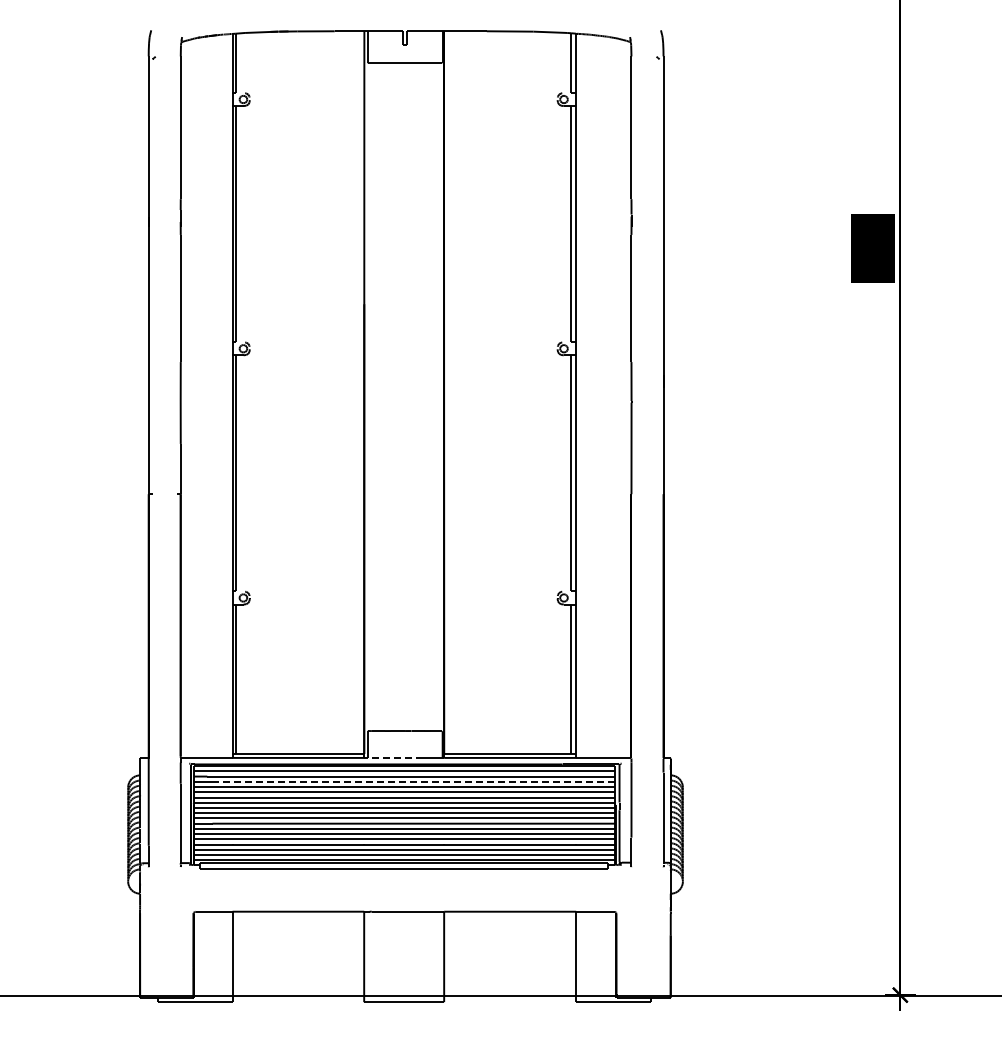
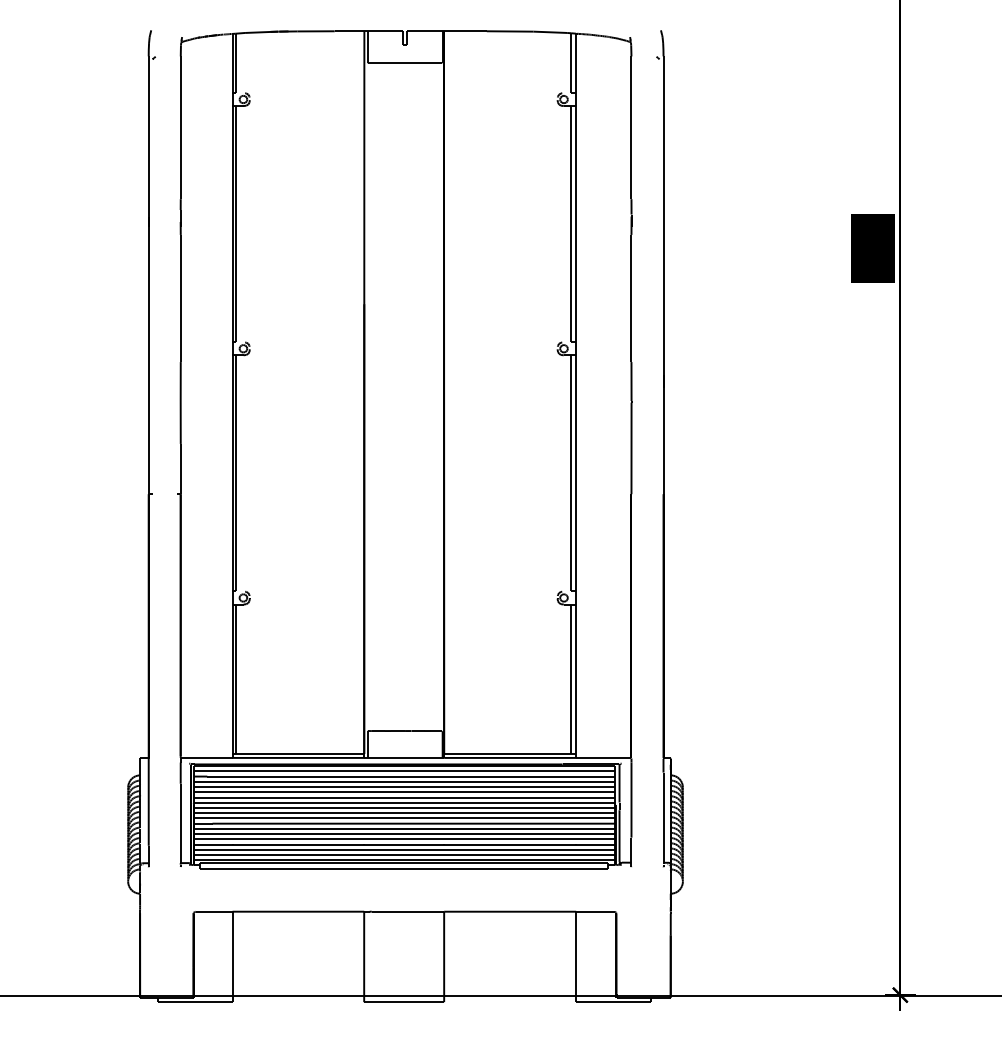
line at (394, 757): dashed -> solid
line at (413, 781): dashed -> solid
